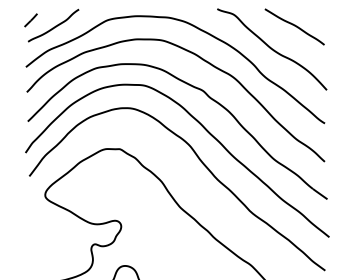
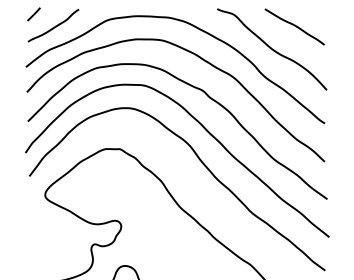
line at (30, 20) position: (30, 20) -> (33, 14)
